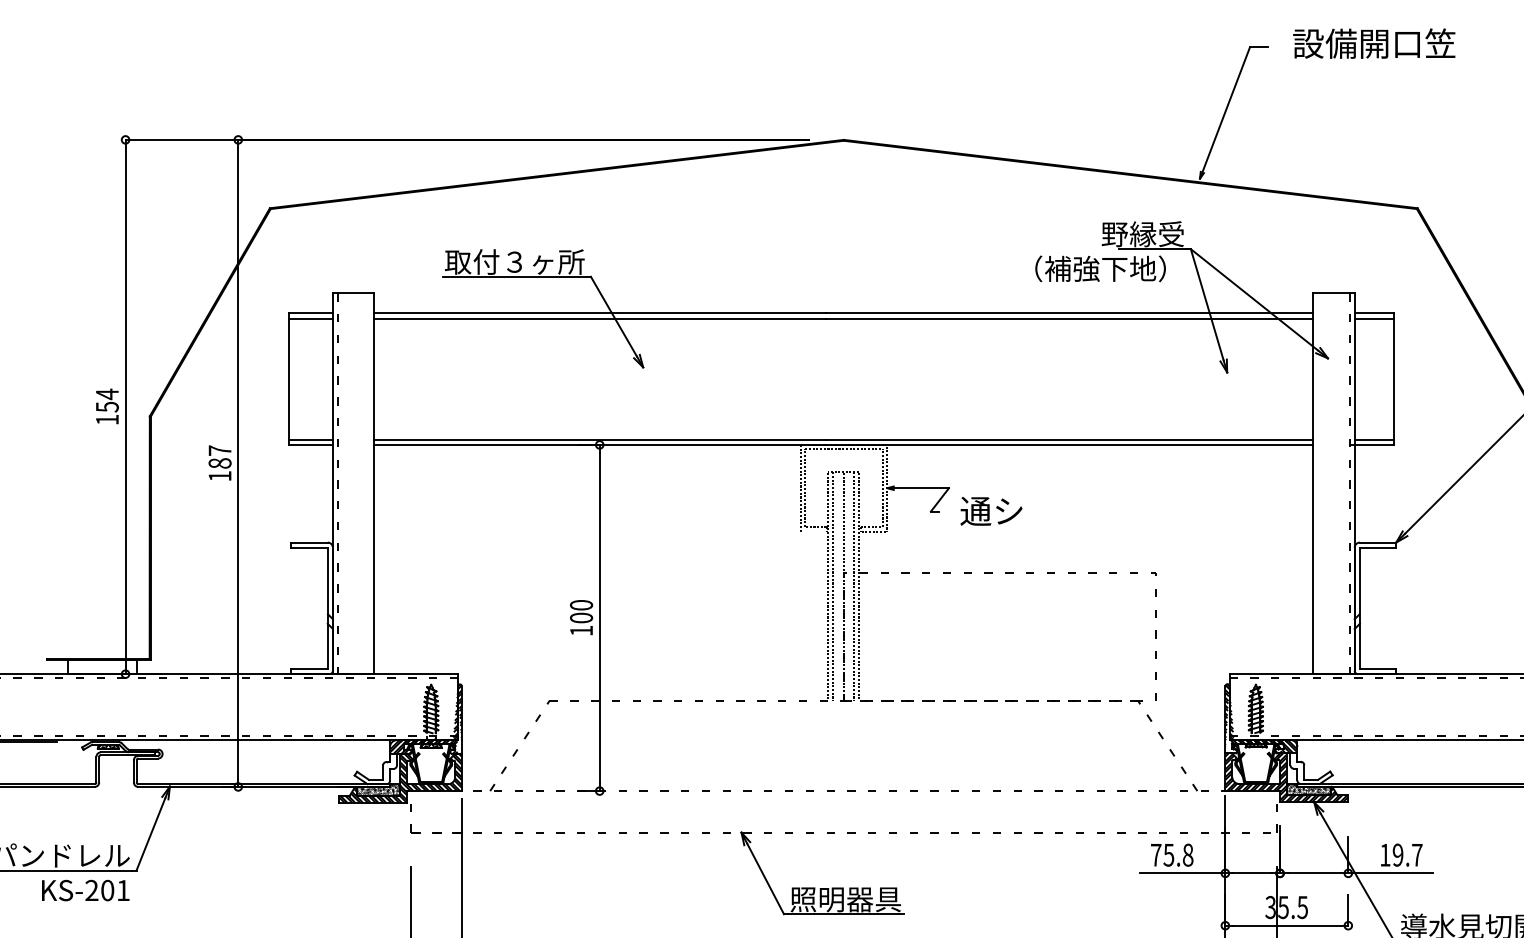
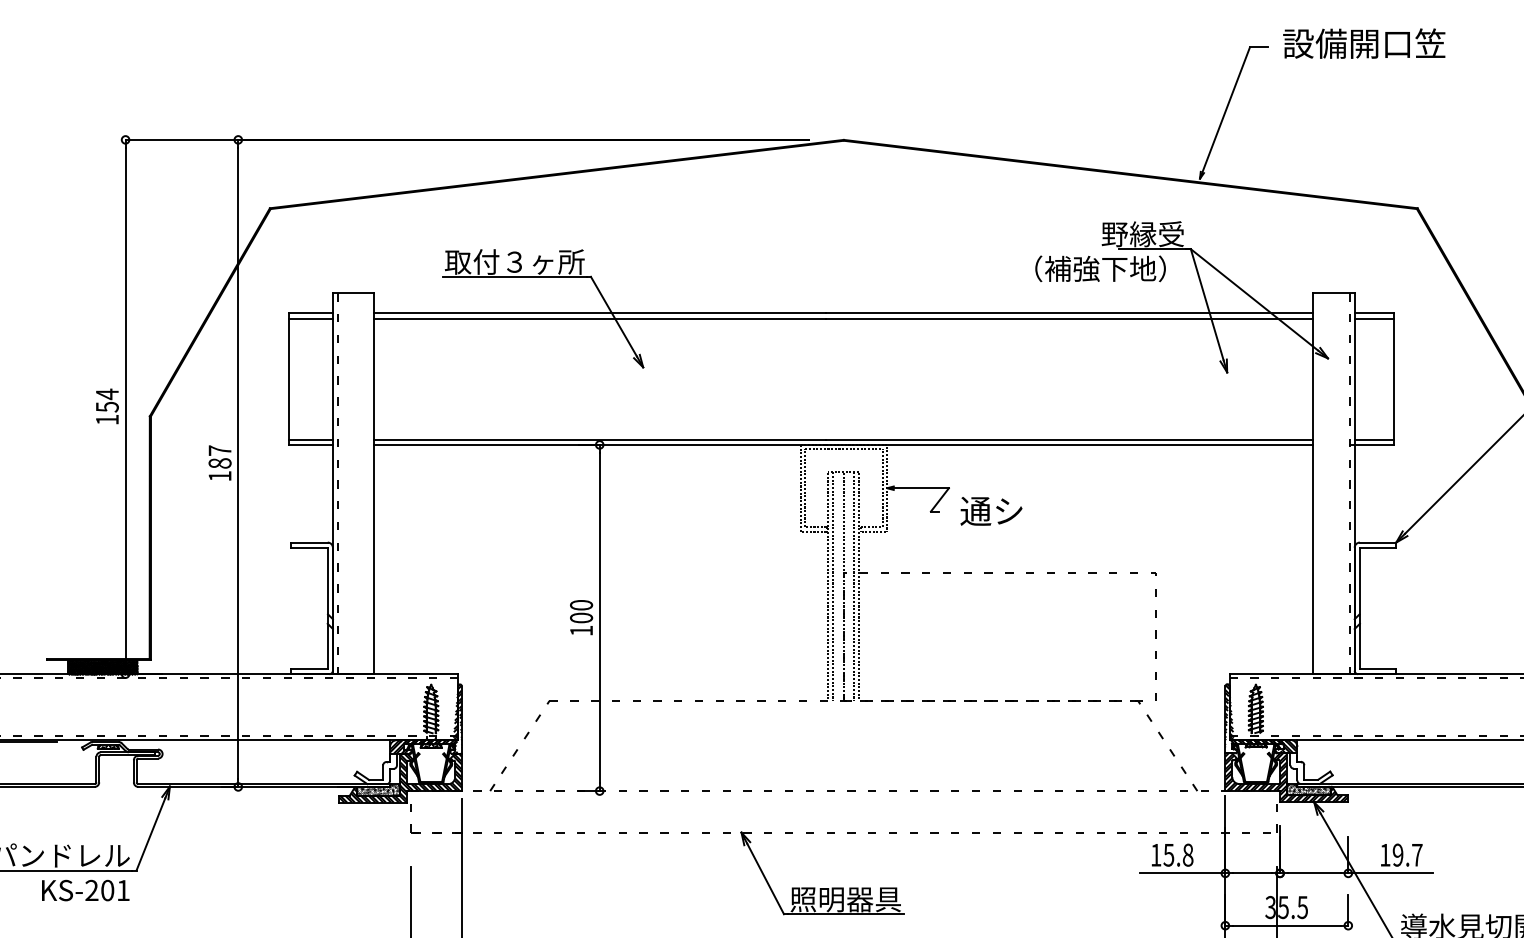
text at (1374, 43) position: (1374, 43) -> (1364, 43)
line at (813, 531): none -> present
hatch at (102, 667): none -> present
text at (1156, 855): 75.8 -> 15.8
